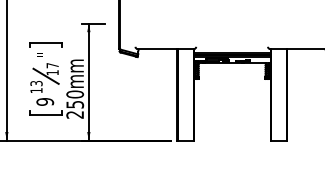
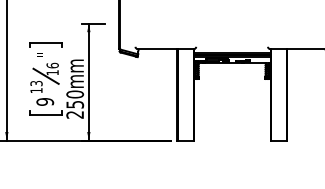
text at (52, 65): 17 -> 16
